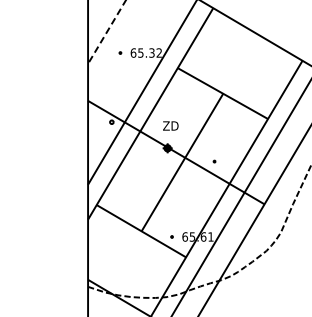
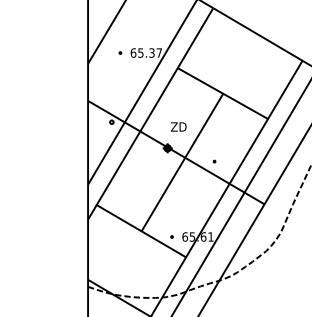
line at (106, 32): dashed -> solid
text at (158, 52): 65.32 -> 65.37
text at (170, 125) position: (170, 125) -> (178, 126)
